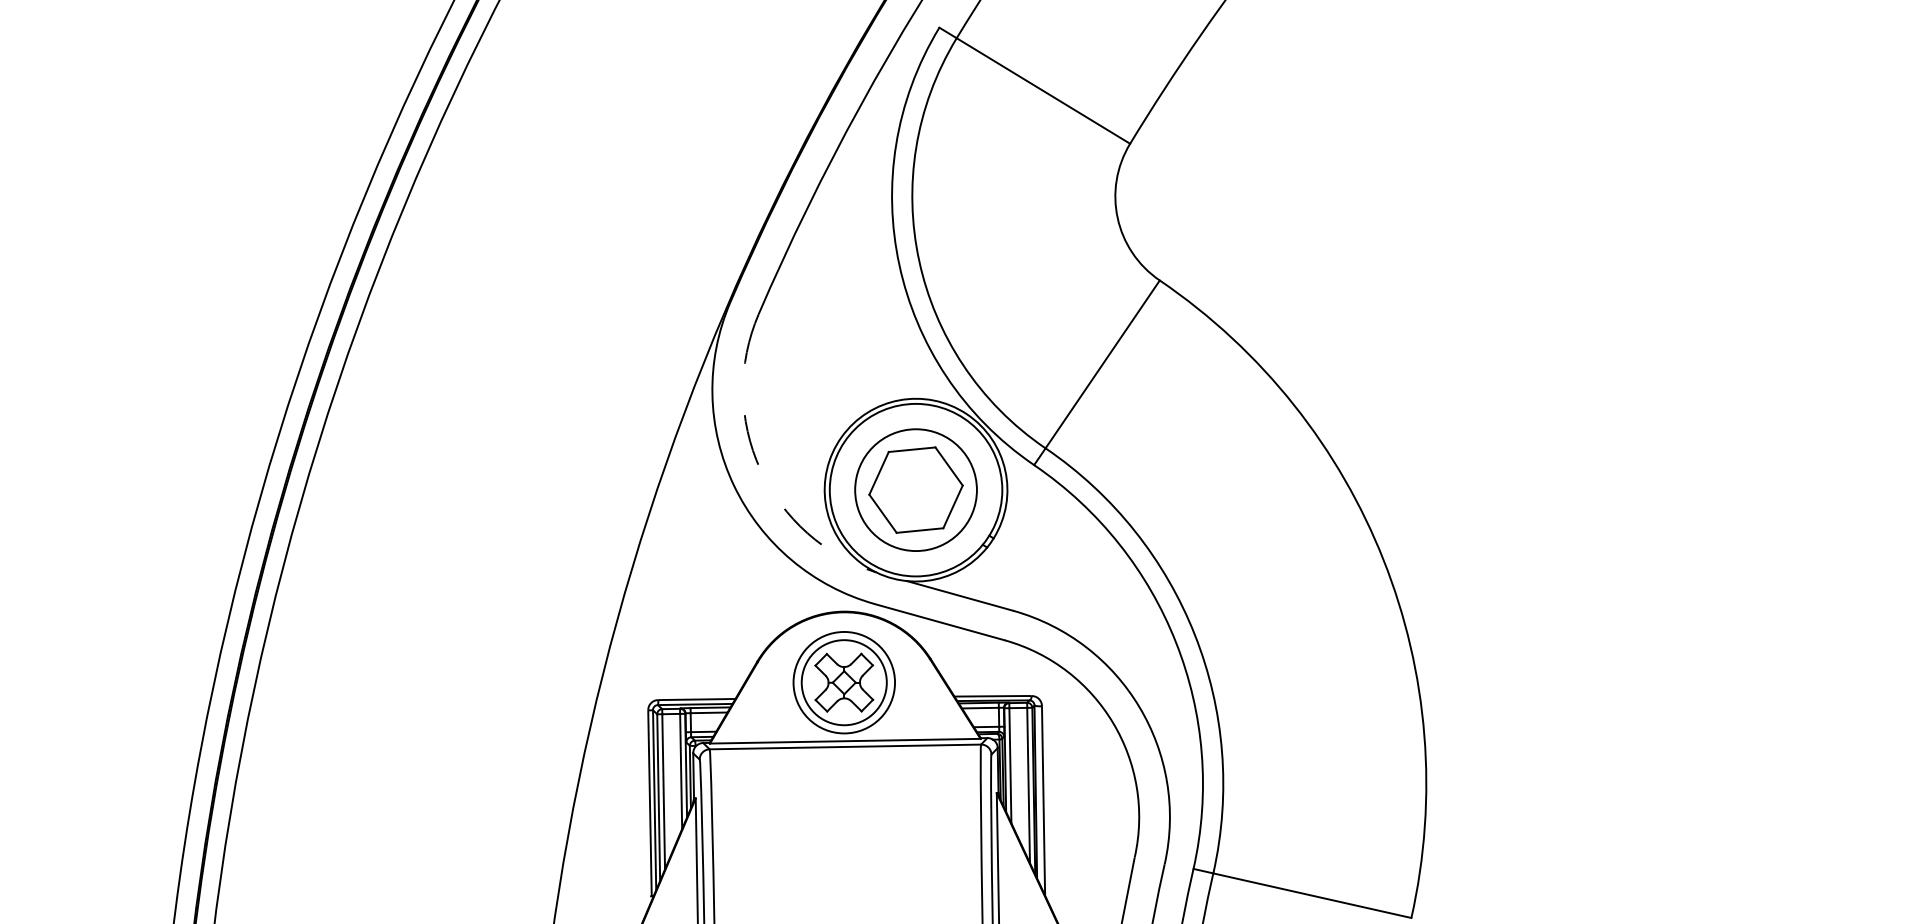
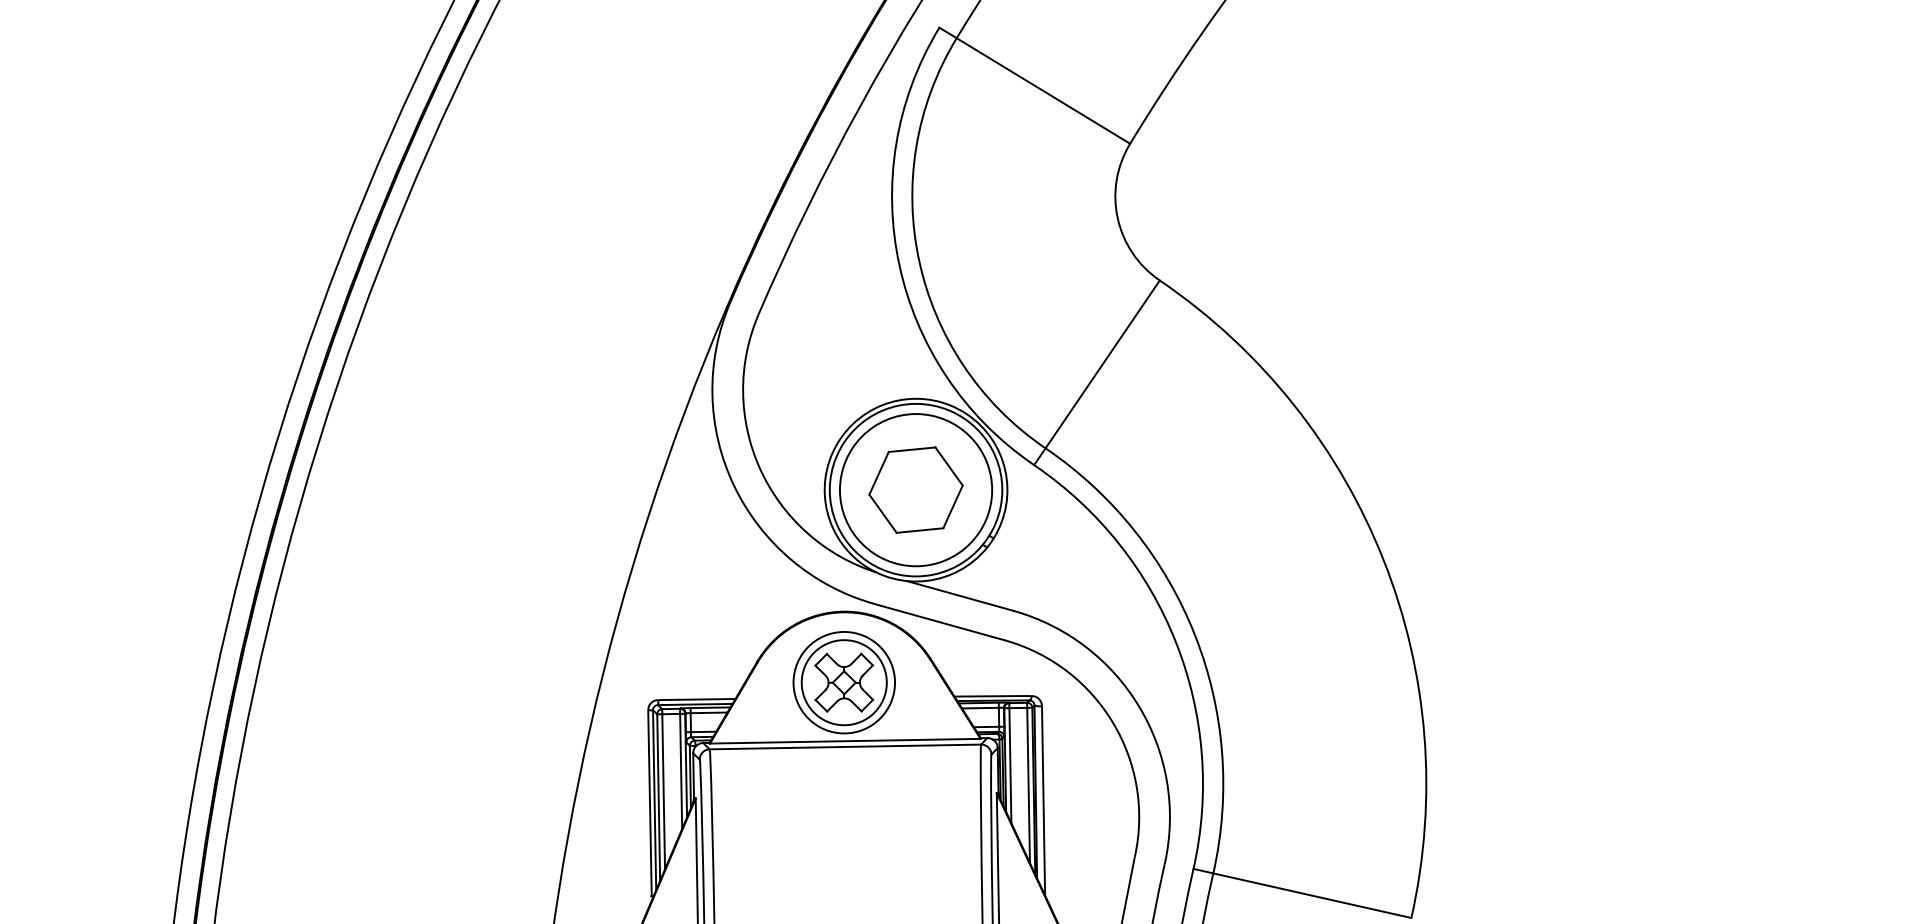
arc at (760, 469): dashed -> solid
circle at (915, 490) diameter: 122 px -> 152 px
